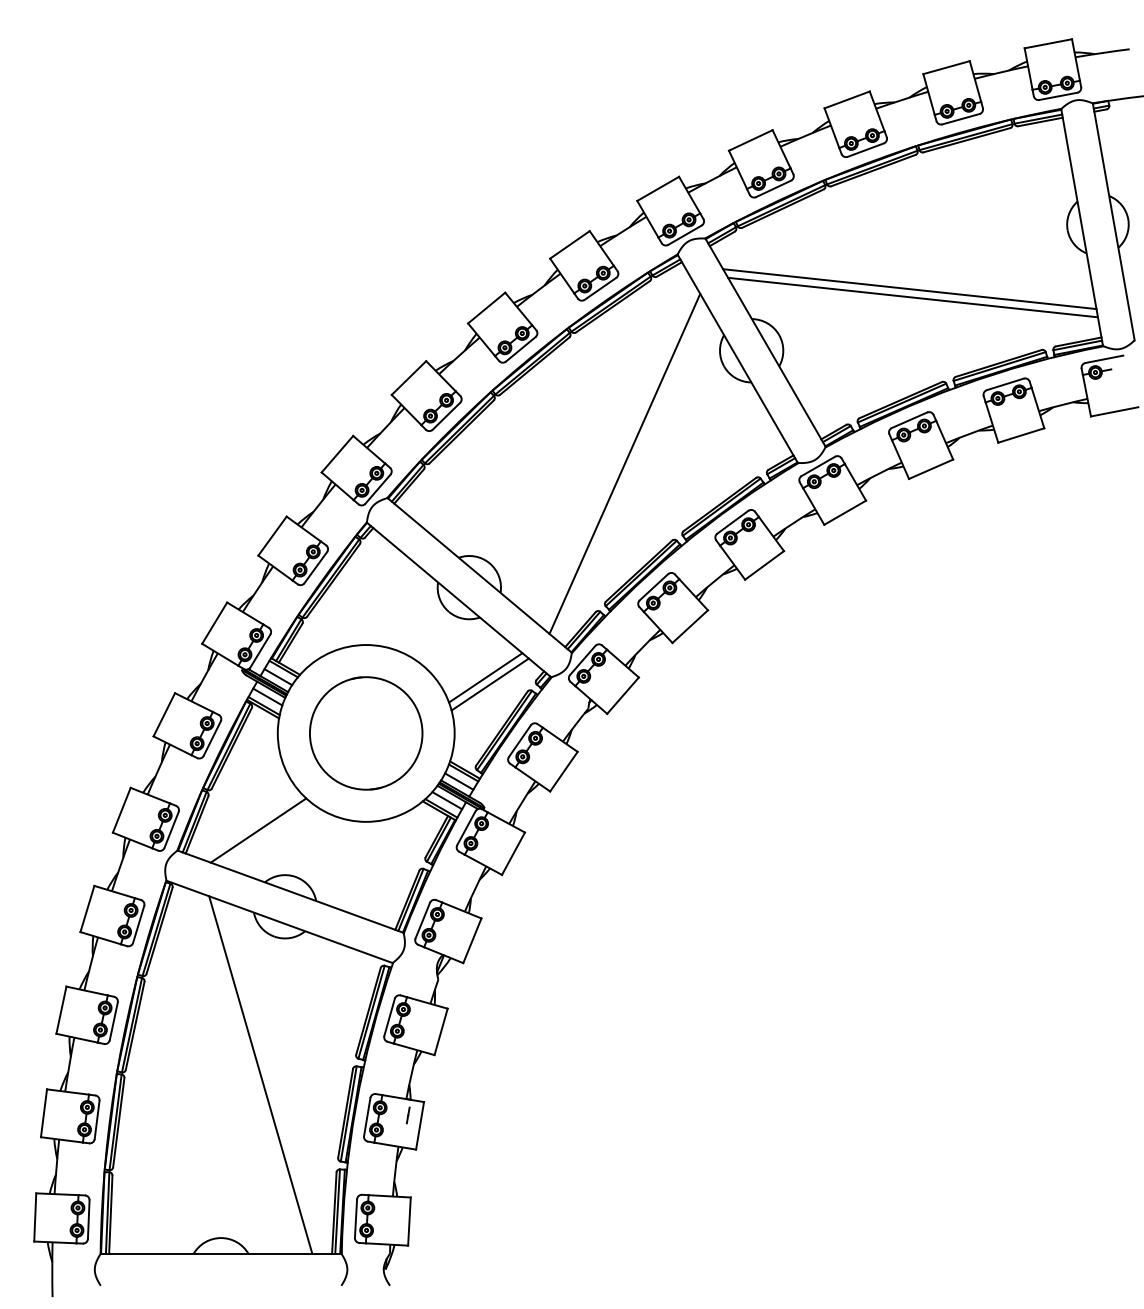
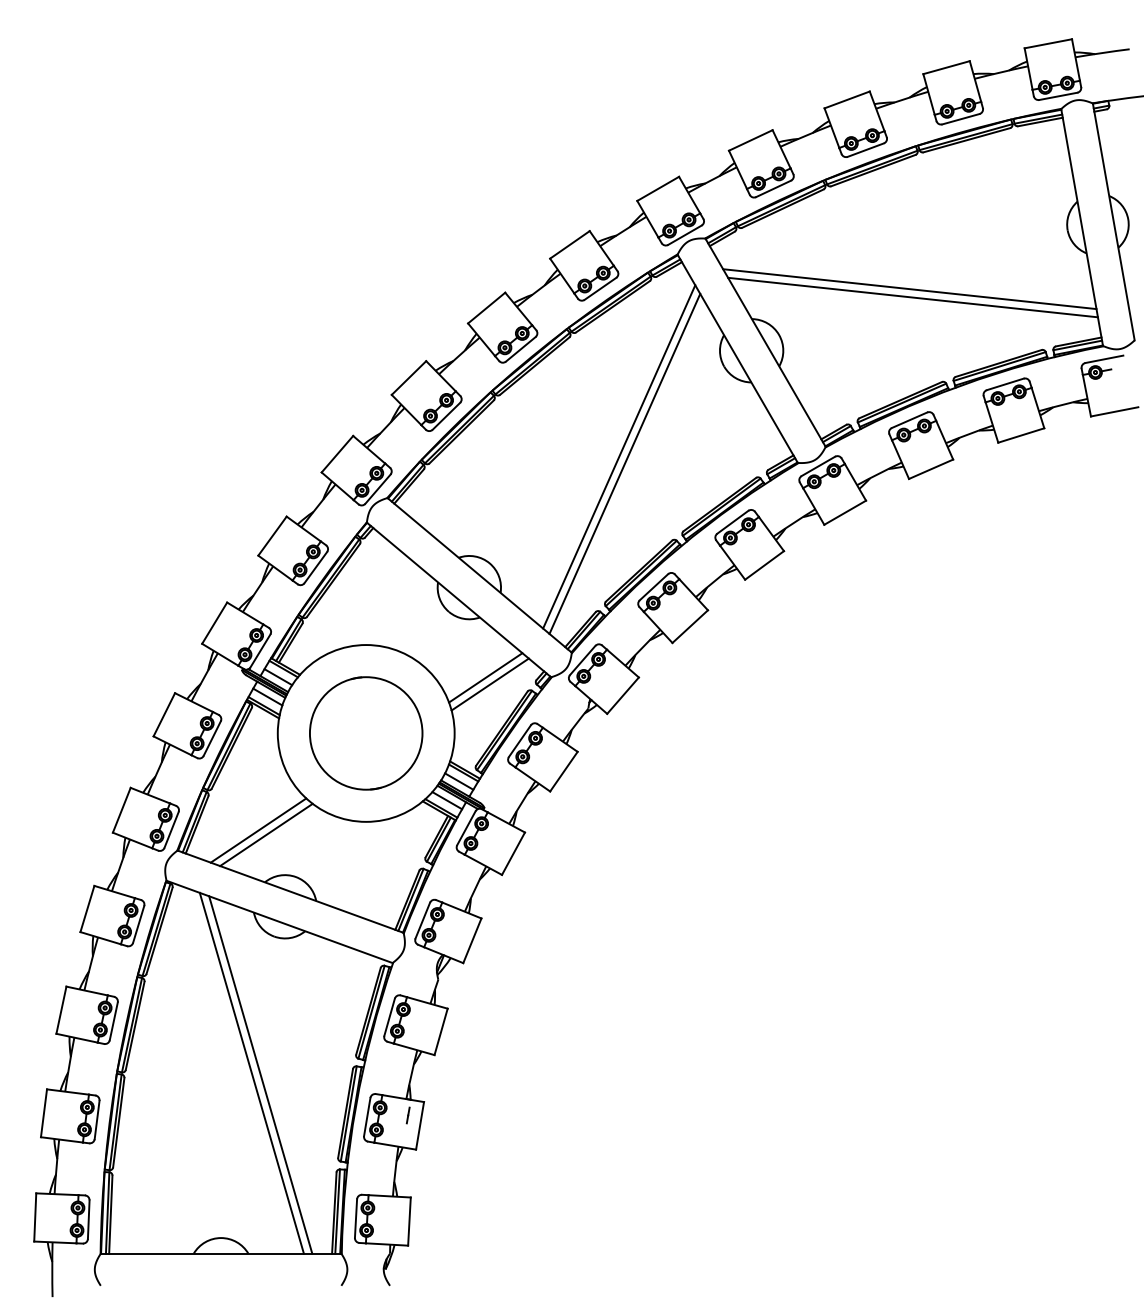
line at (619, 456): none -> present
line at (266, 834): none -> present
line at (251, 1072): none -> present
